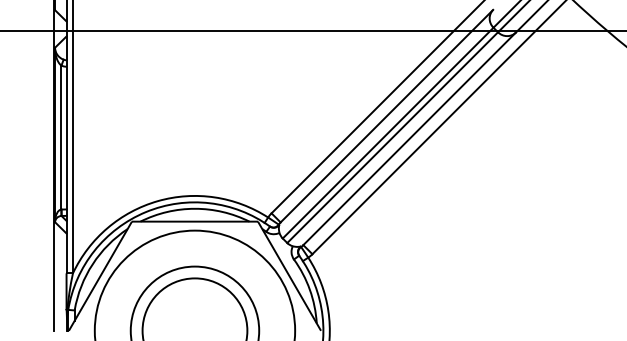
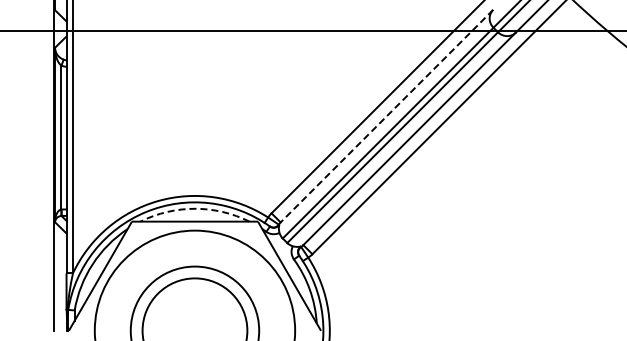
line at (386, 116): solid -> dashed
arc at (194, 208): solid -> dashed
